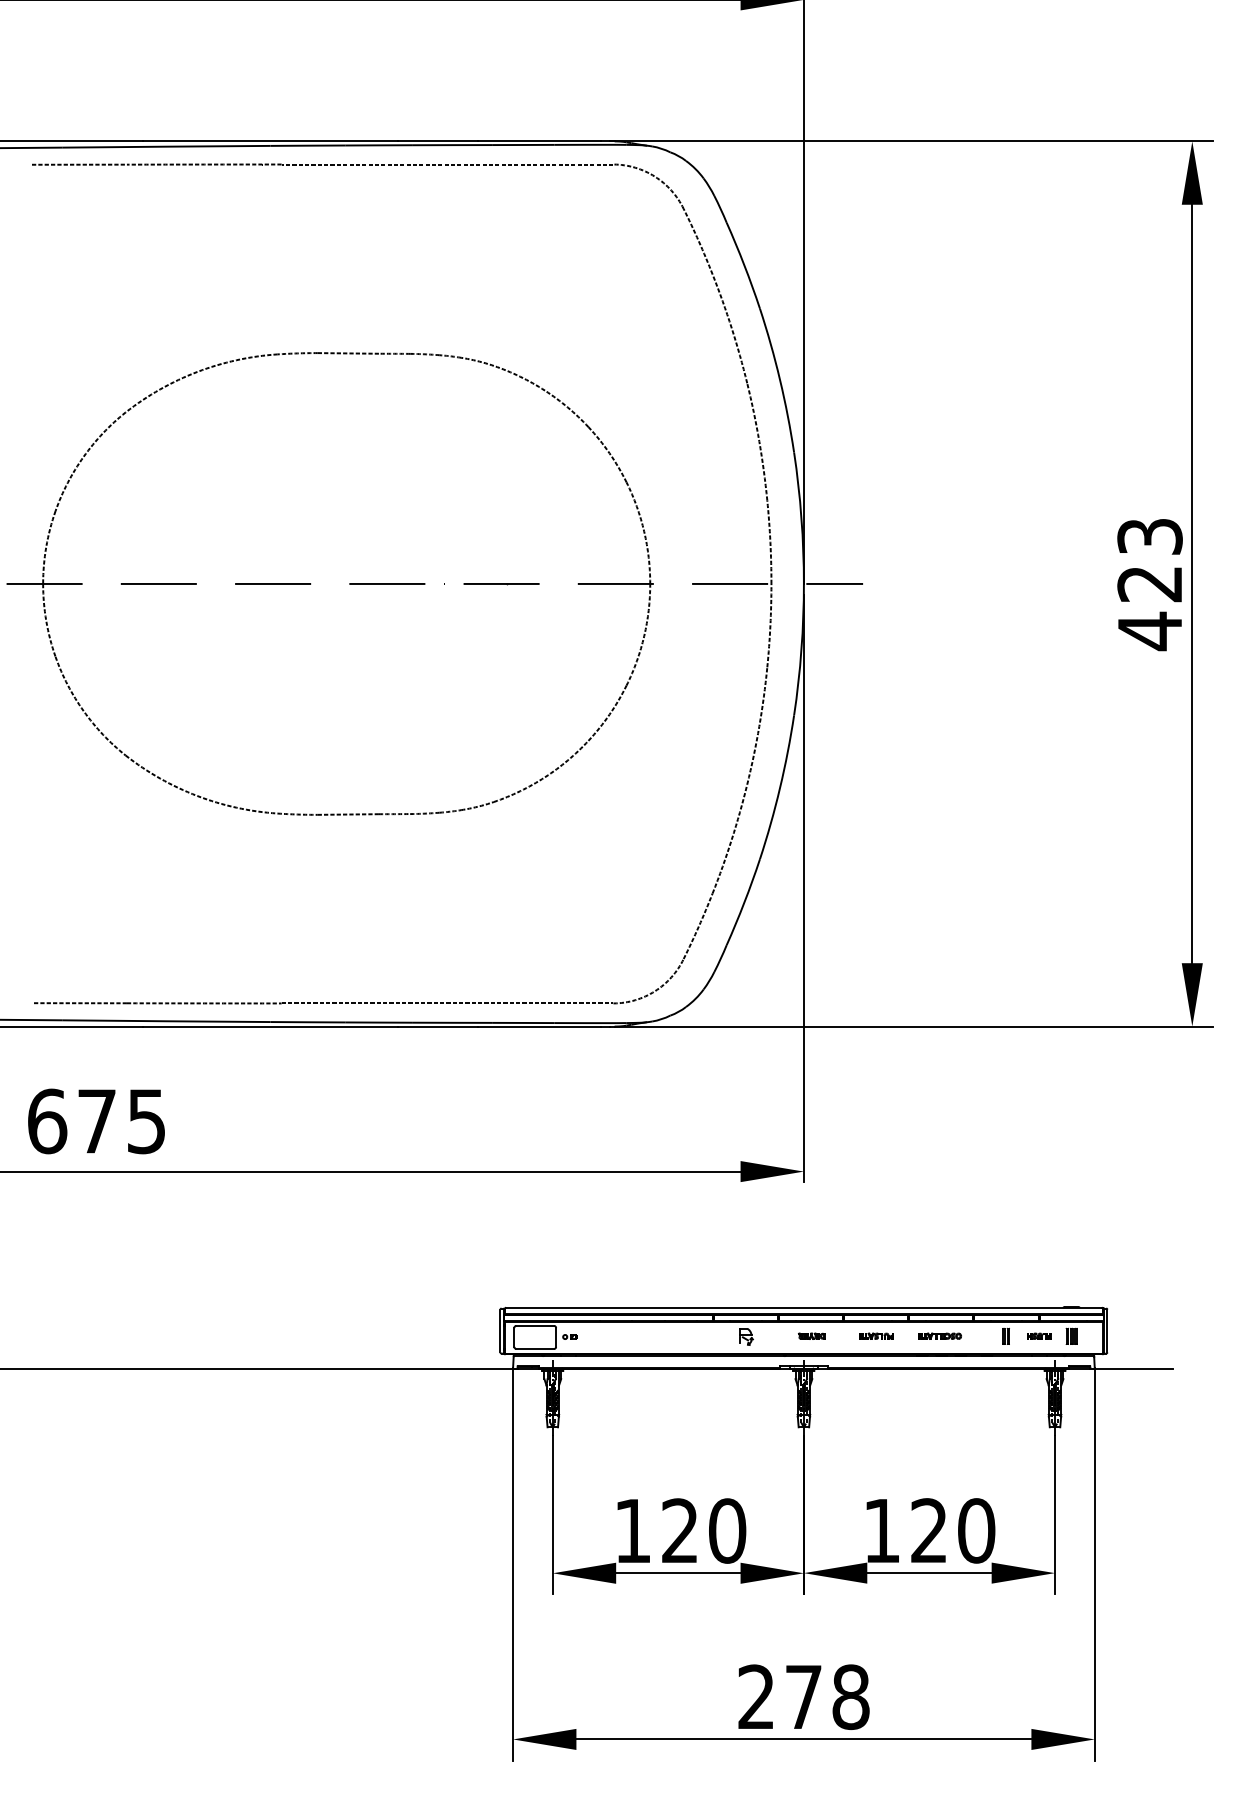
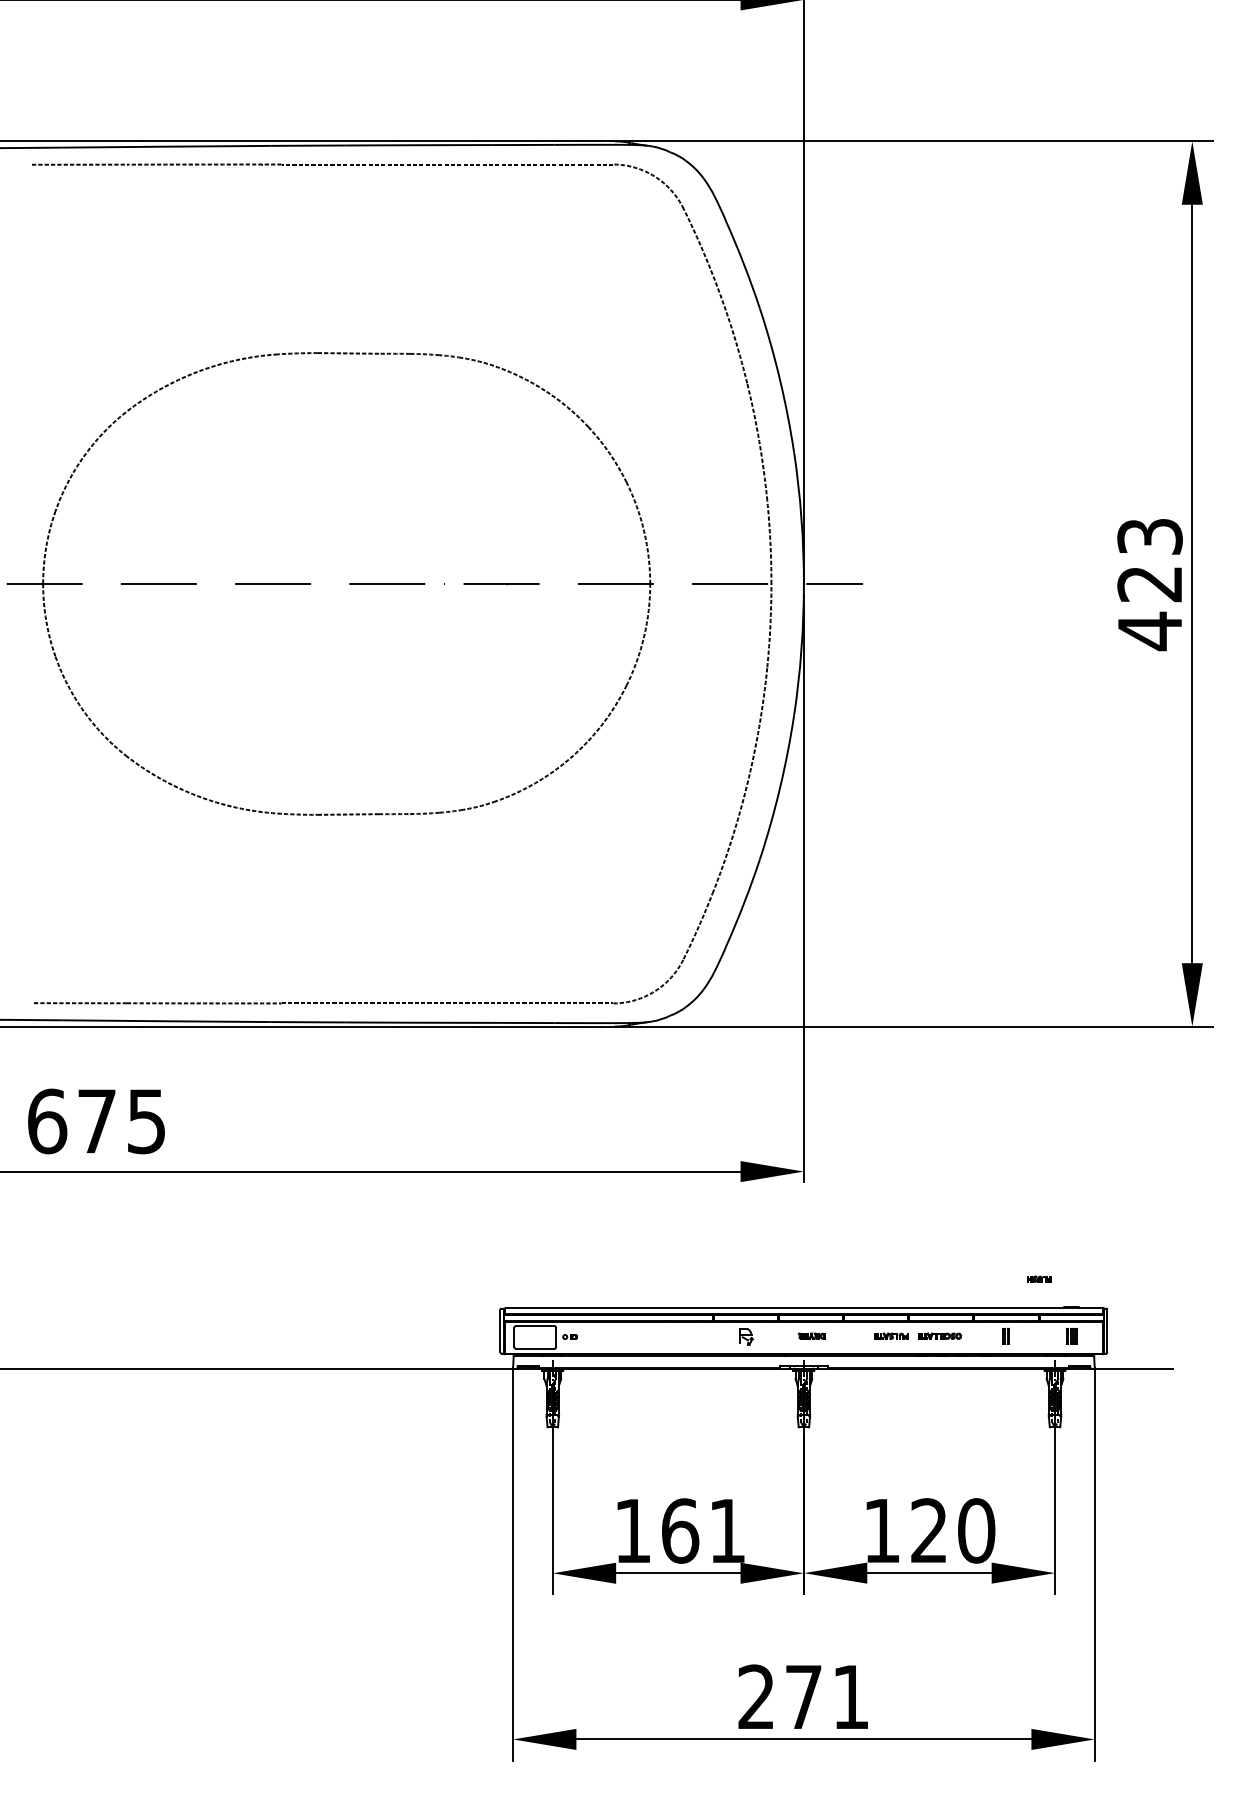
part at (876, 1335) position: (876, 1335) -> (891, 1335)
part at (1039, 1335) position: (1039, 1335) -> (1039, 1278)
text at (704, 1530): 120 -> 161
text at (850, 1697): 278 -> 271
